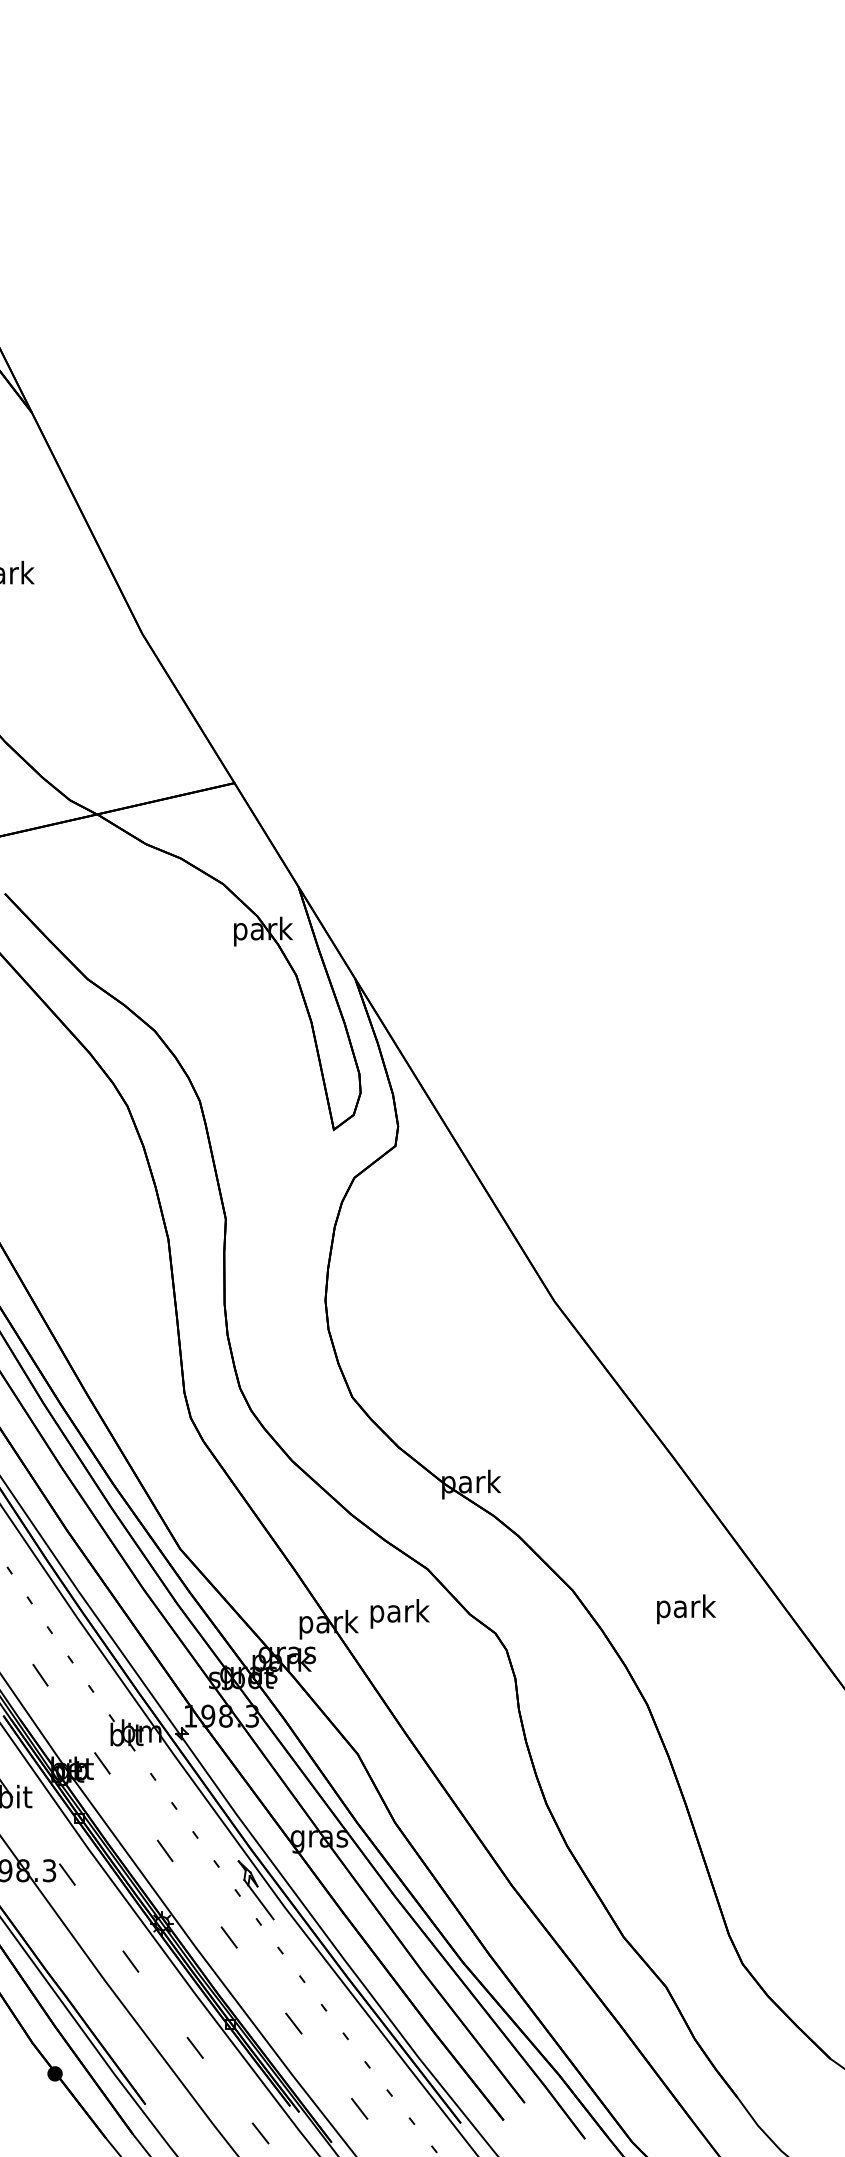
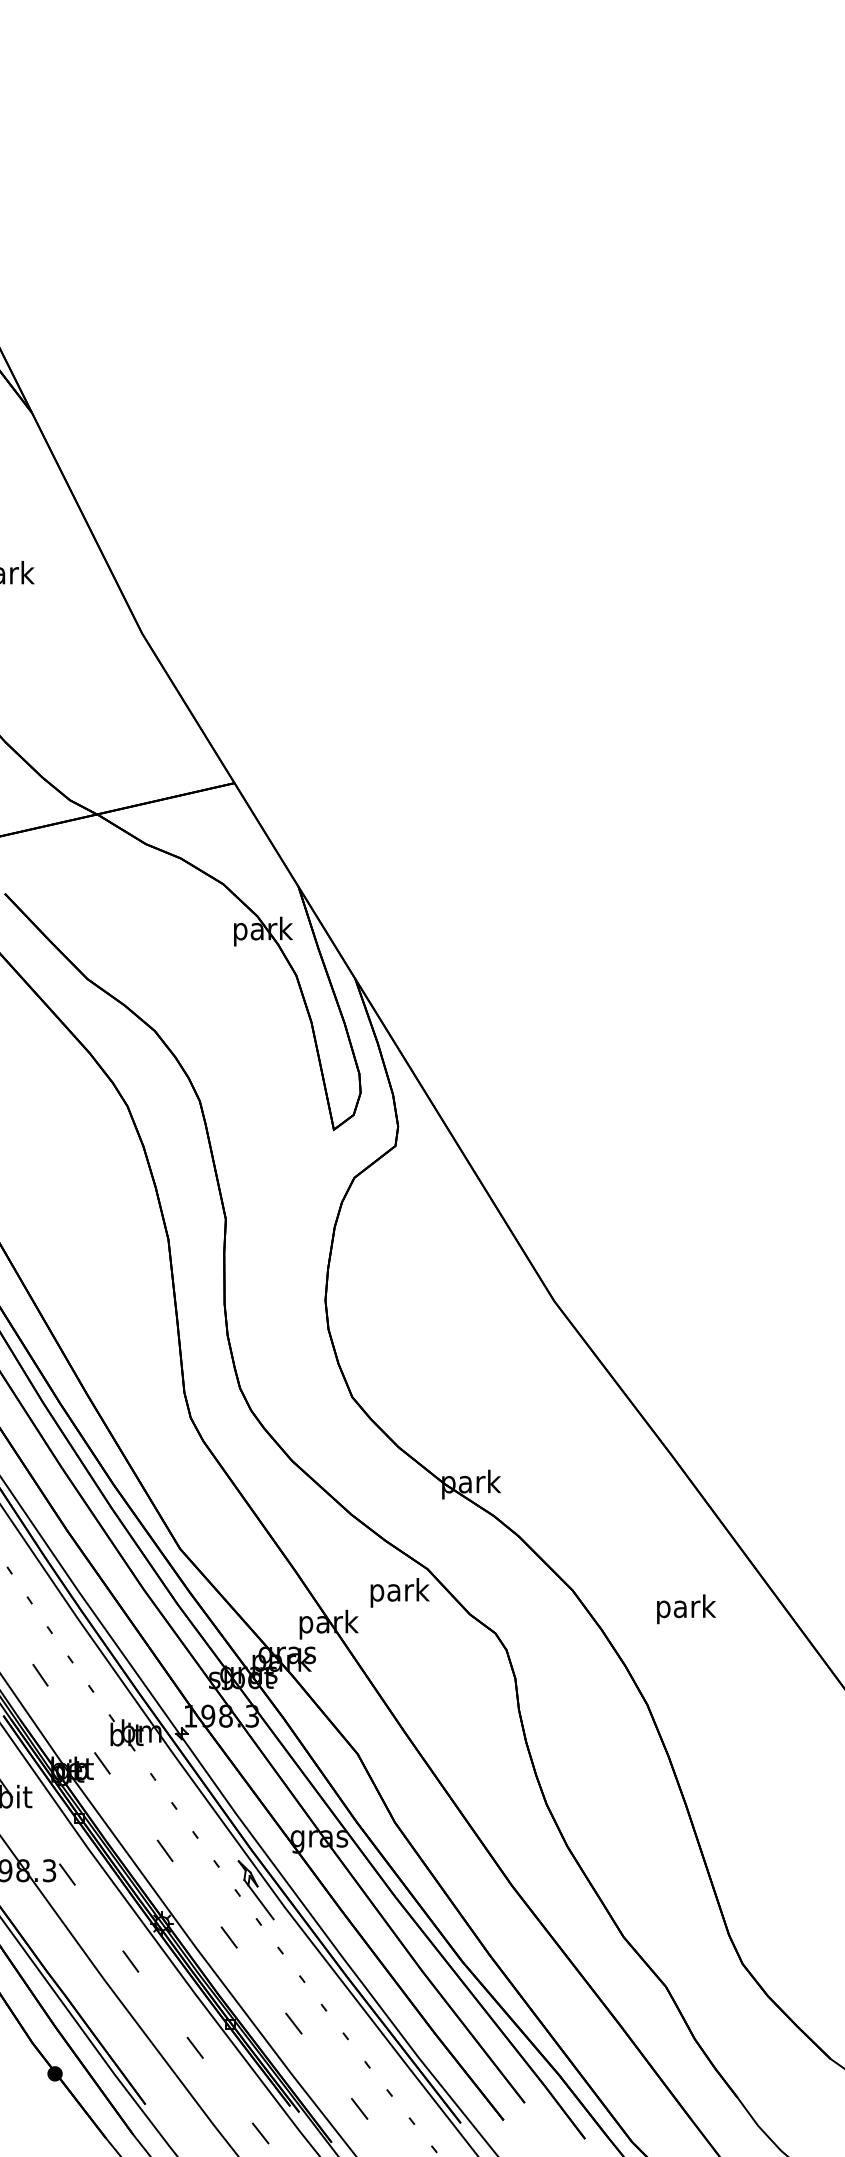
text at (399, 1613) position: (399, 1613) -> (399, 1592)
